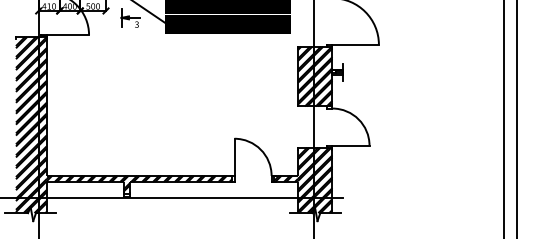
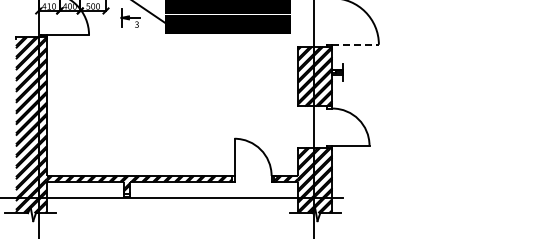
line at (356, 44): solid -> dashed
line at (504, 118): present -> none
line at (517, 118): present -> none
